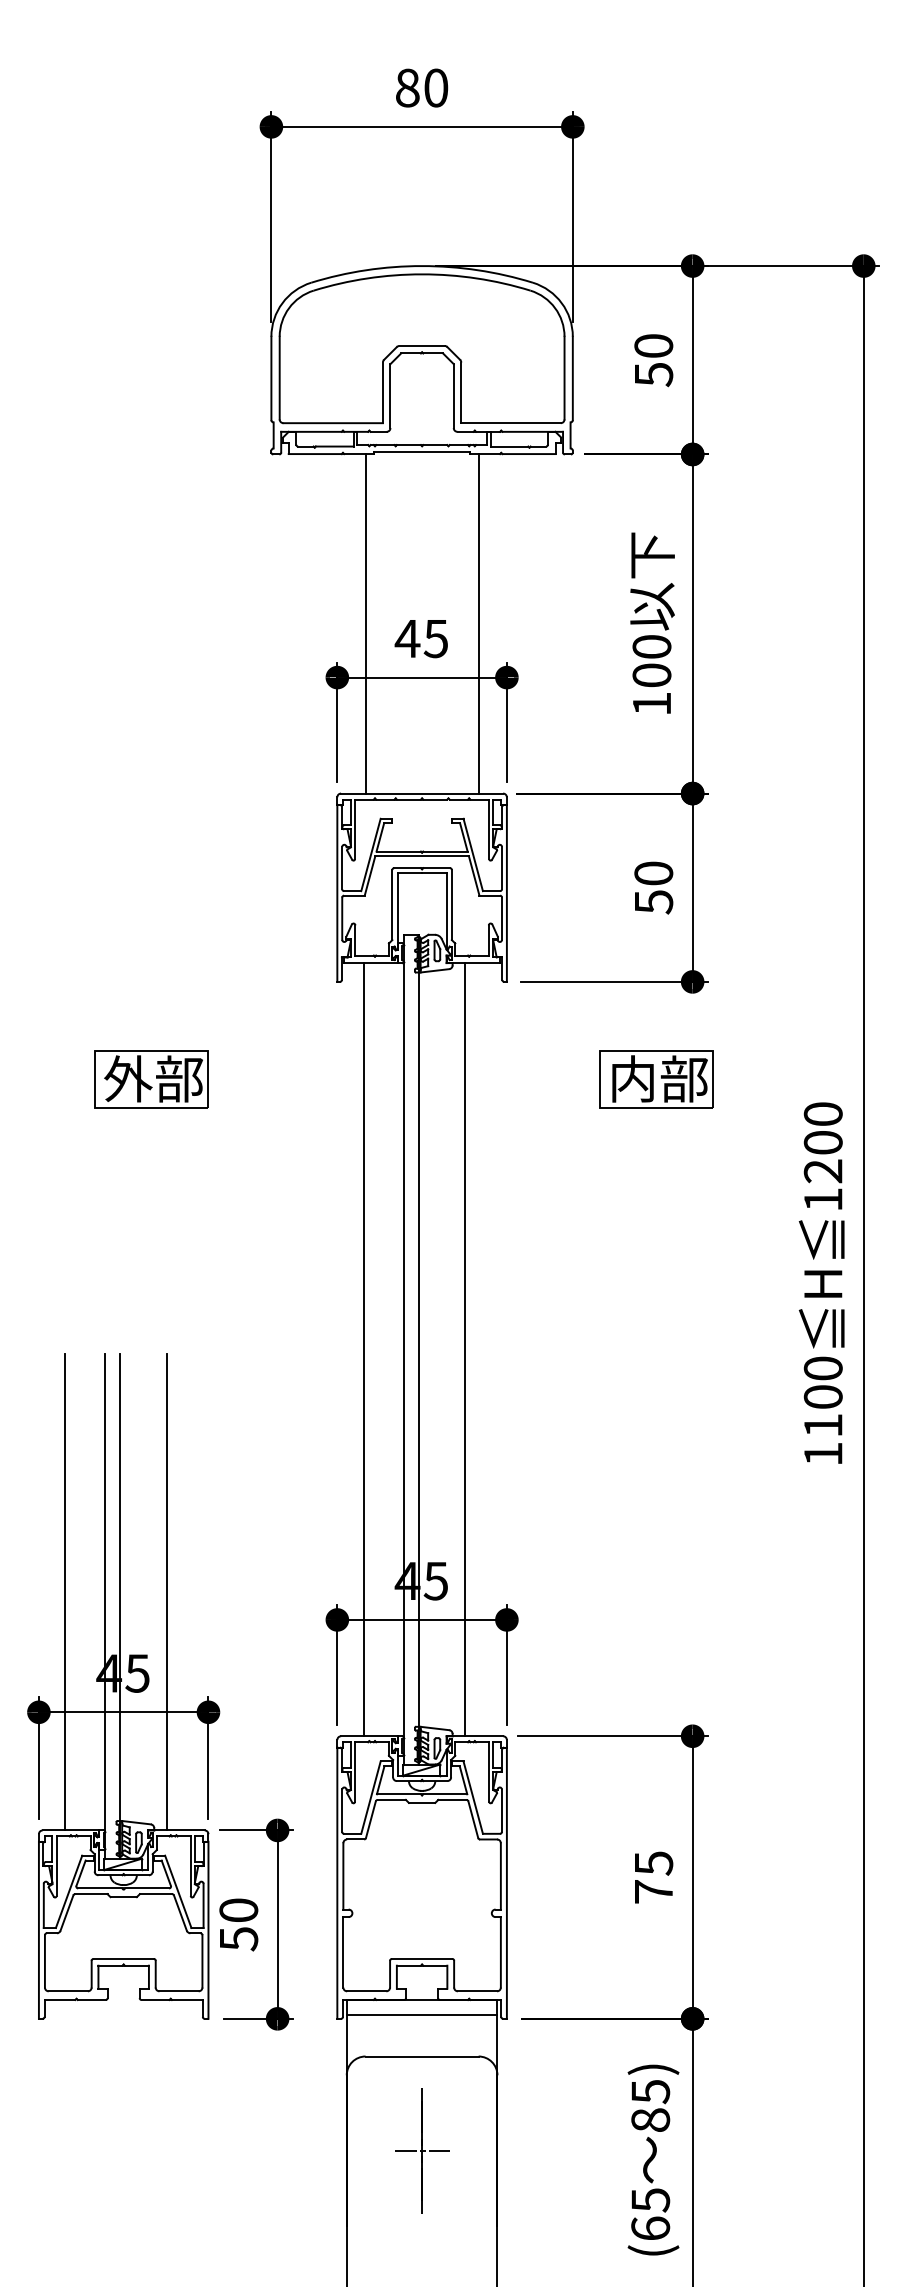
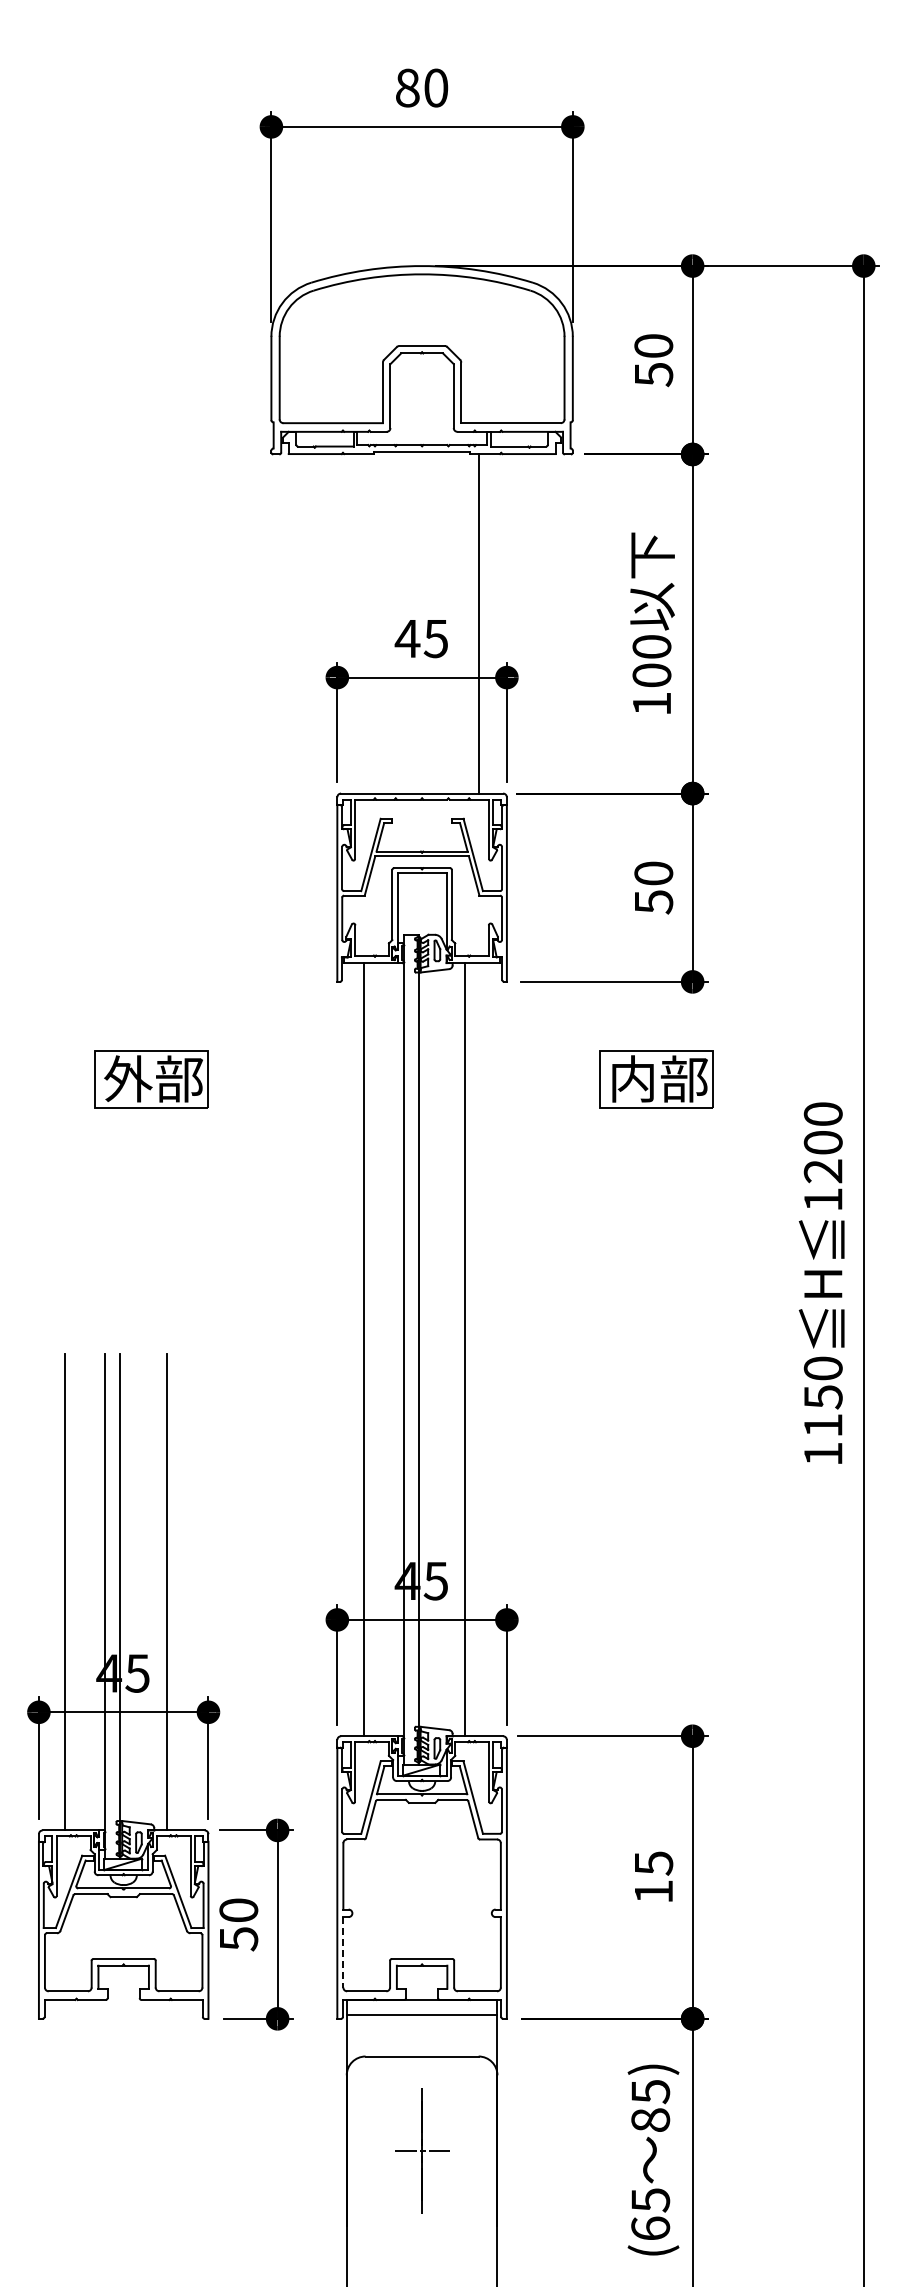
line at (365, 623): present -> none
text at (822, 1397): 1100 -> 1150
text at (653, 1891): 75 -> 15
line at (343, 1952): solid -> dashed
